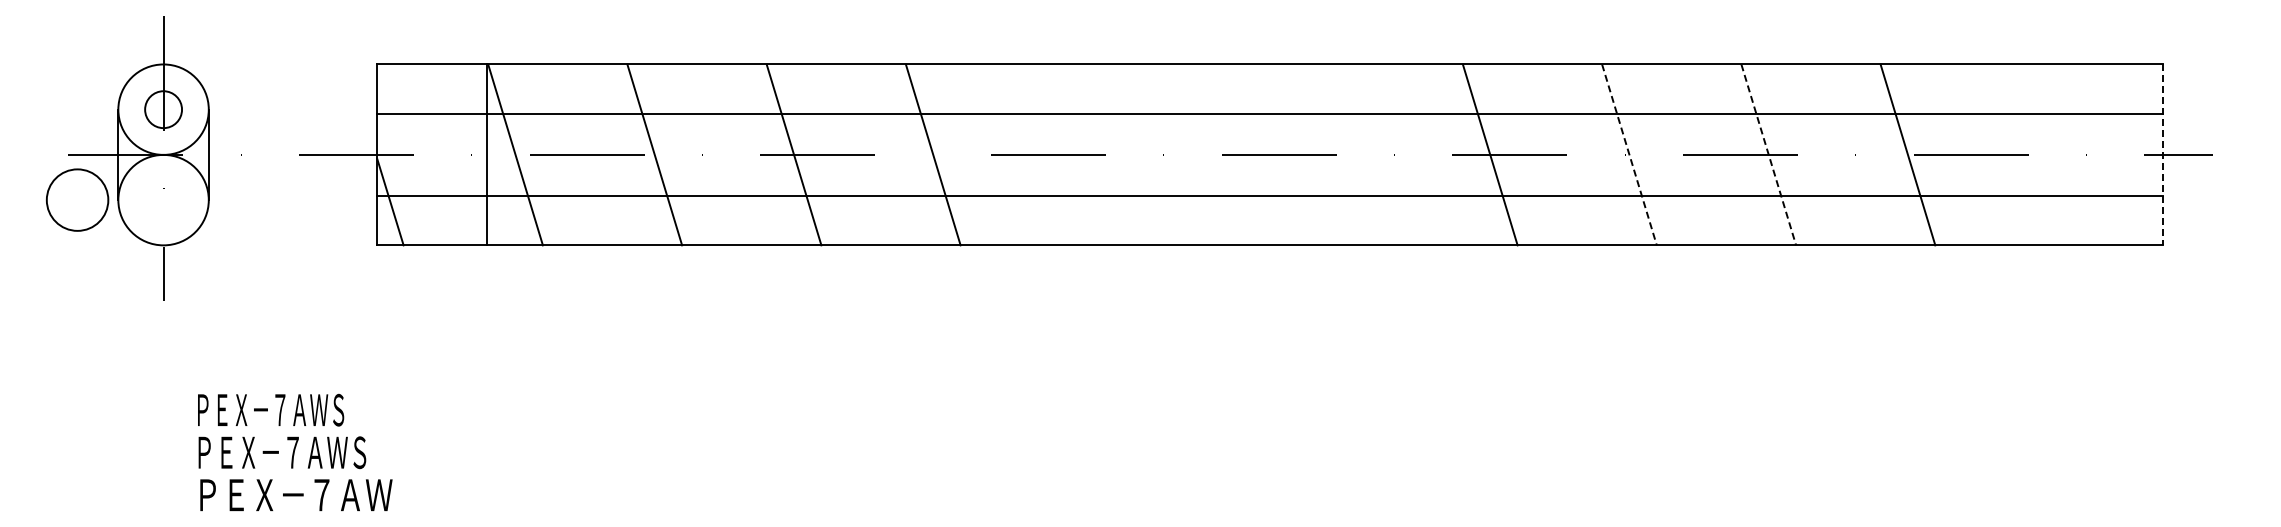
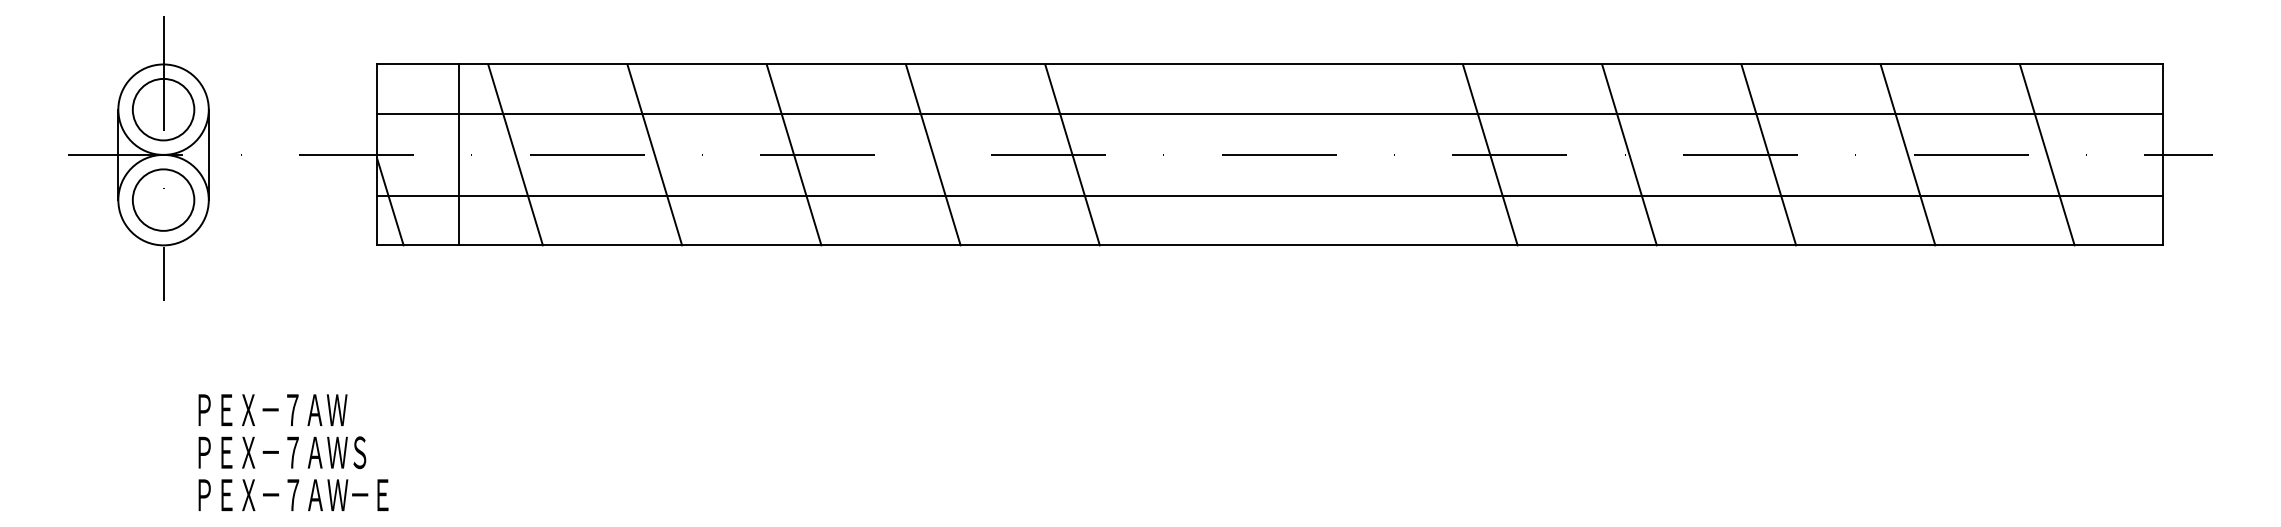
circle at (163, 109) diameter: 37 px -> 62 px
line at (486, 154) position: (486, 154) -> (458, 154)
line at (1072, 154): none -> present
line at (2046, 154): none -> present
line at (1629, 155): dashed -> solid
line at (1768, 155): dashed -> solid
line at (2162, 155): dashed -> solid
circle at (77, 199) position: (77, 199) -> (163, 199)
text at (272, 409): ＰＥＸ－７ＡＷＳ -> ＰＥＸ－７ＡＷ
text at (295, 495): ＰＥＸ－７ＡＷ -> ＰＥＸ－７ＡＷ－Ｅ
